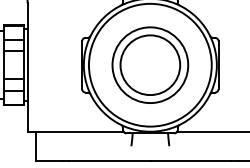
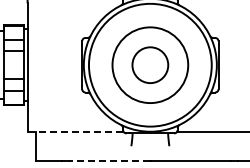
circle at (150, 65) diameter: 60 px -> 36 px
line at (75, 131): solid -> dashed
line at (109, 160): solid -> dashed
